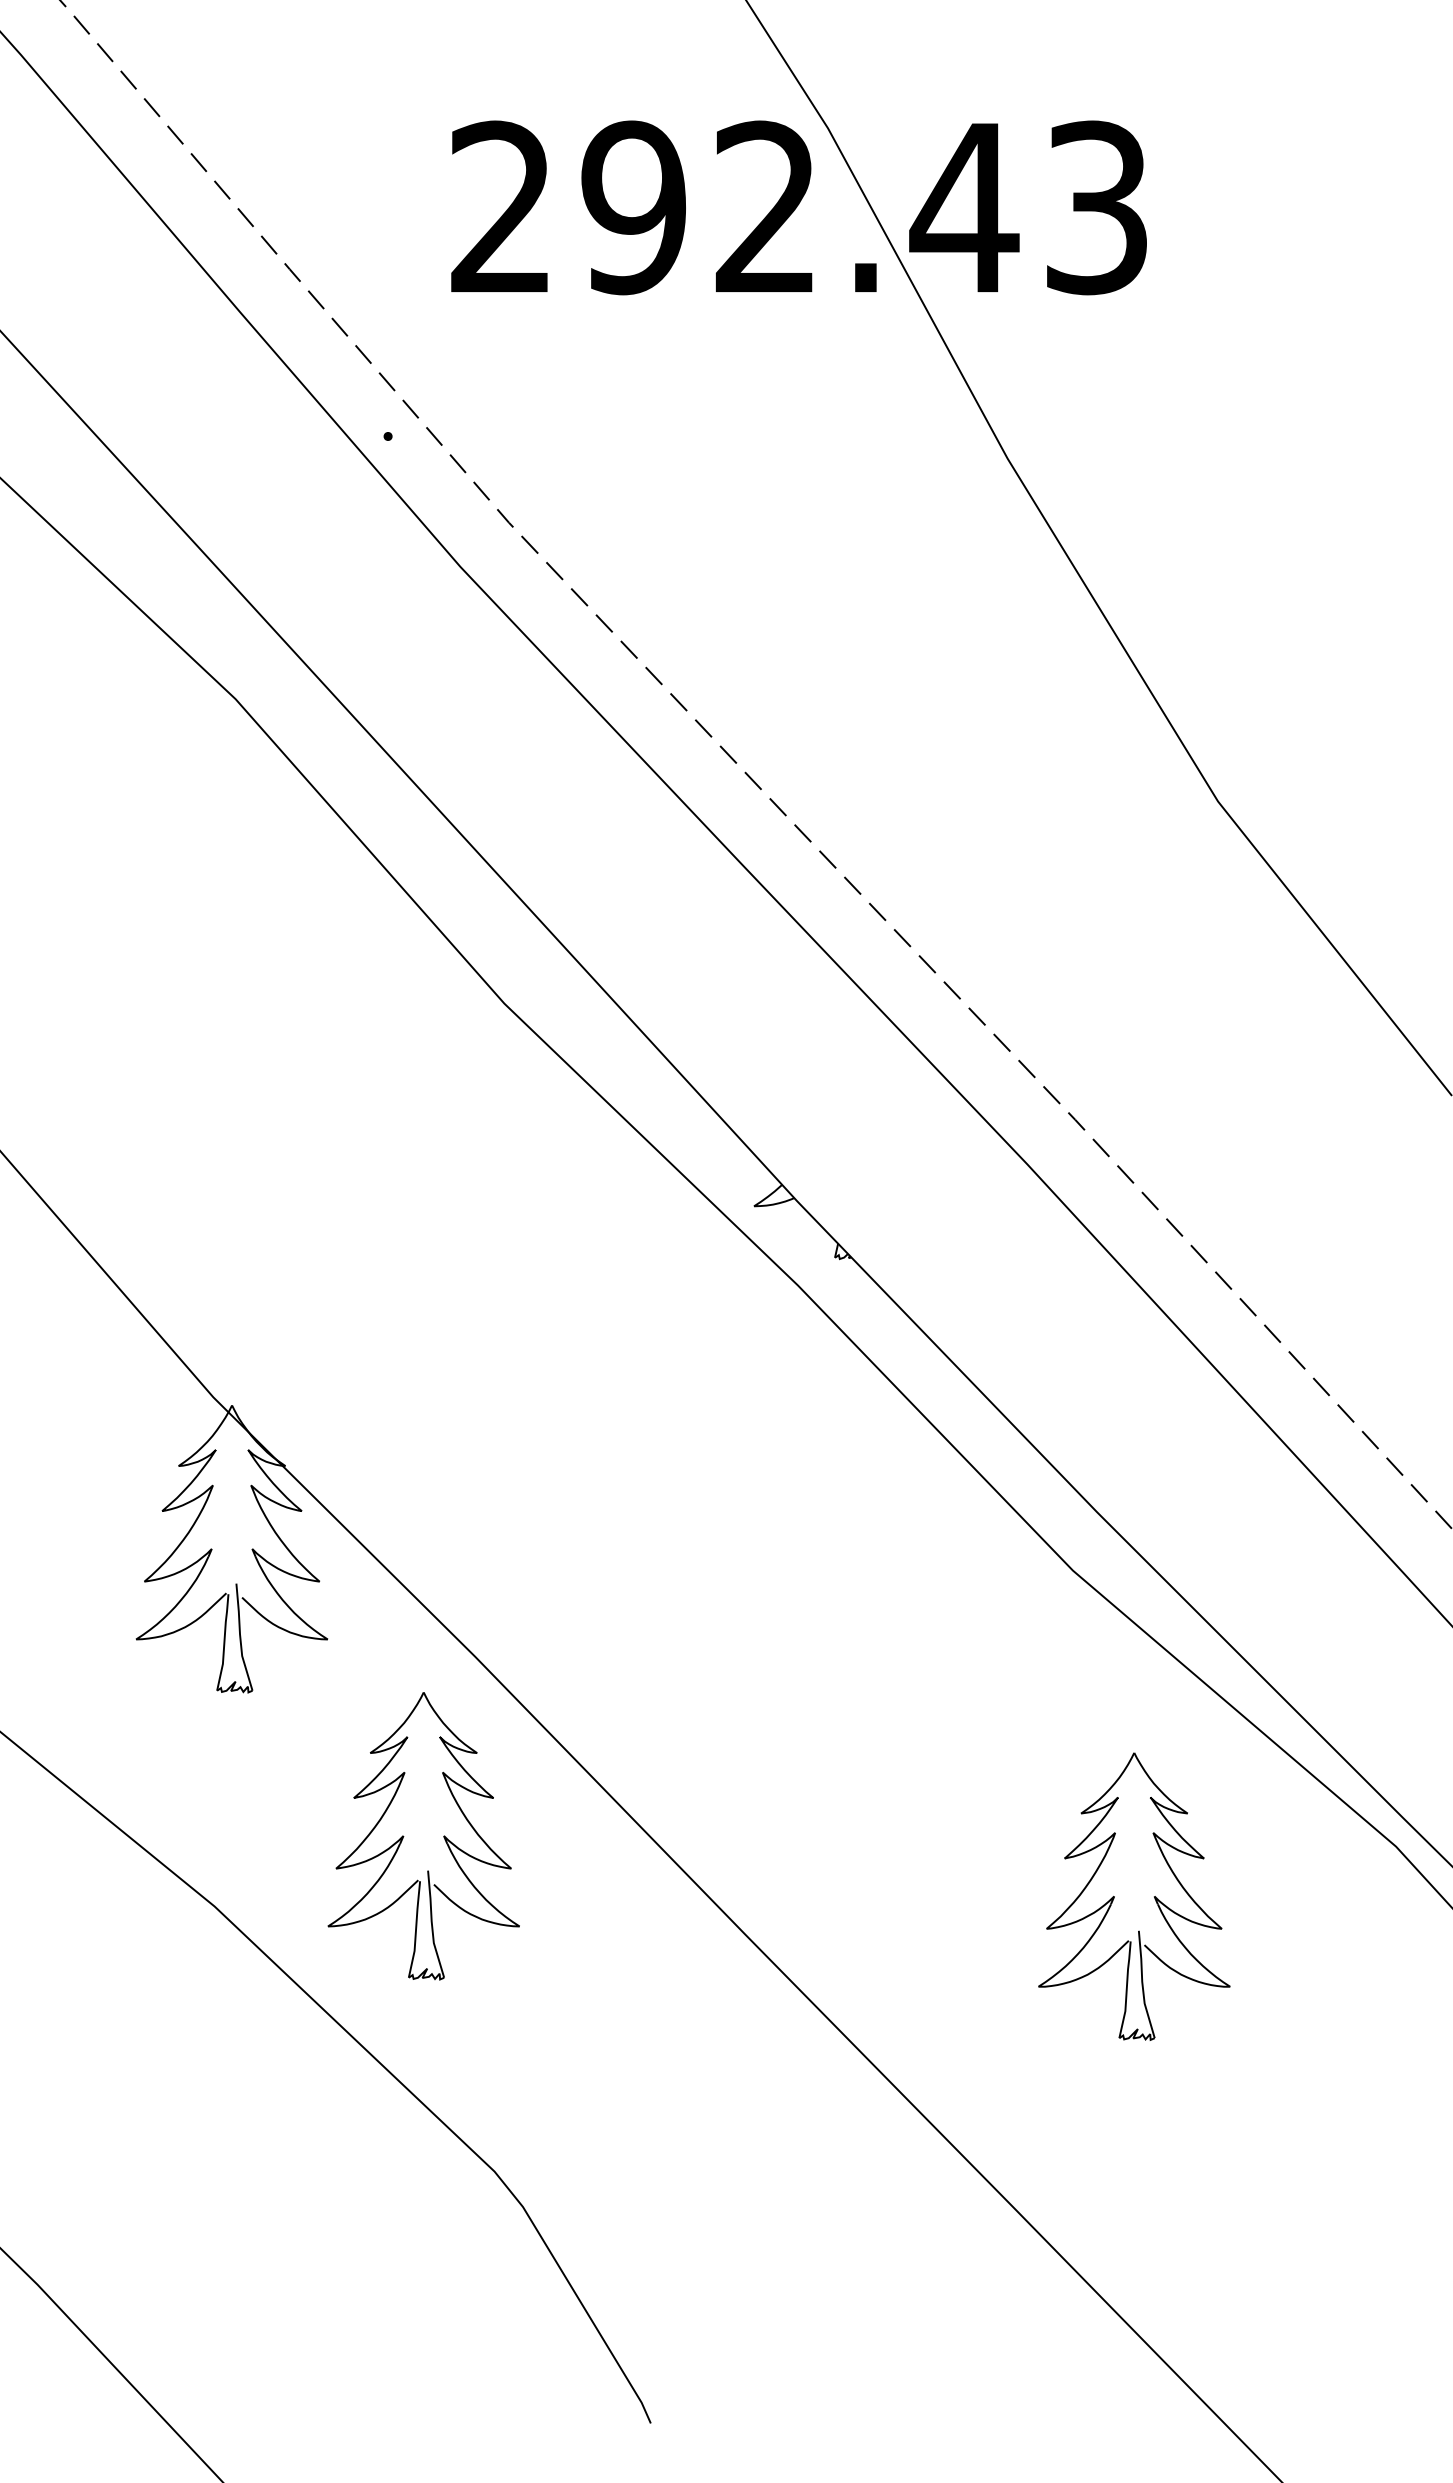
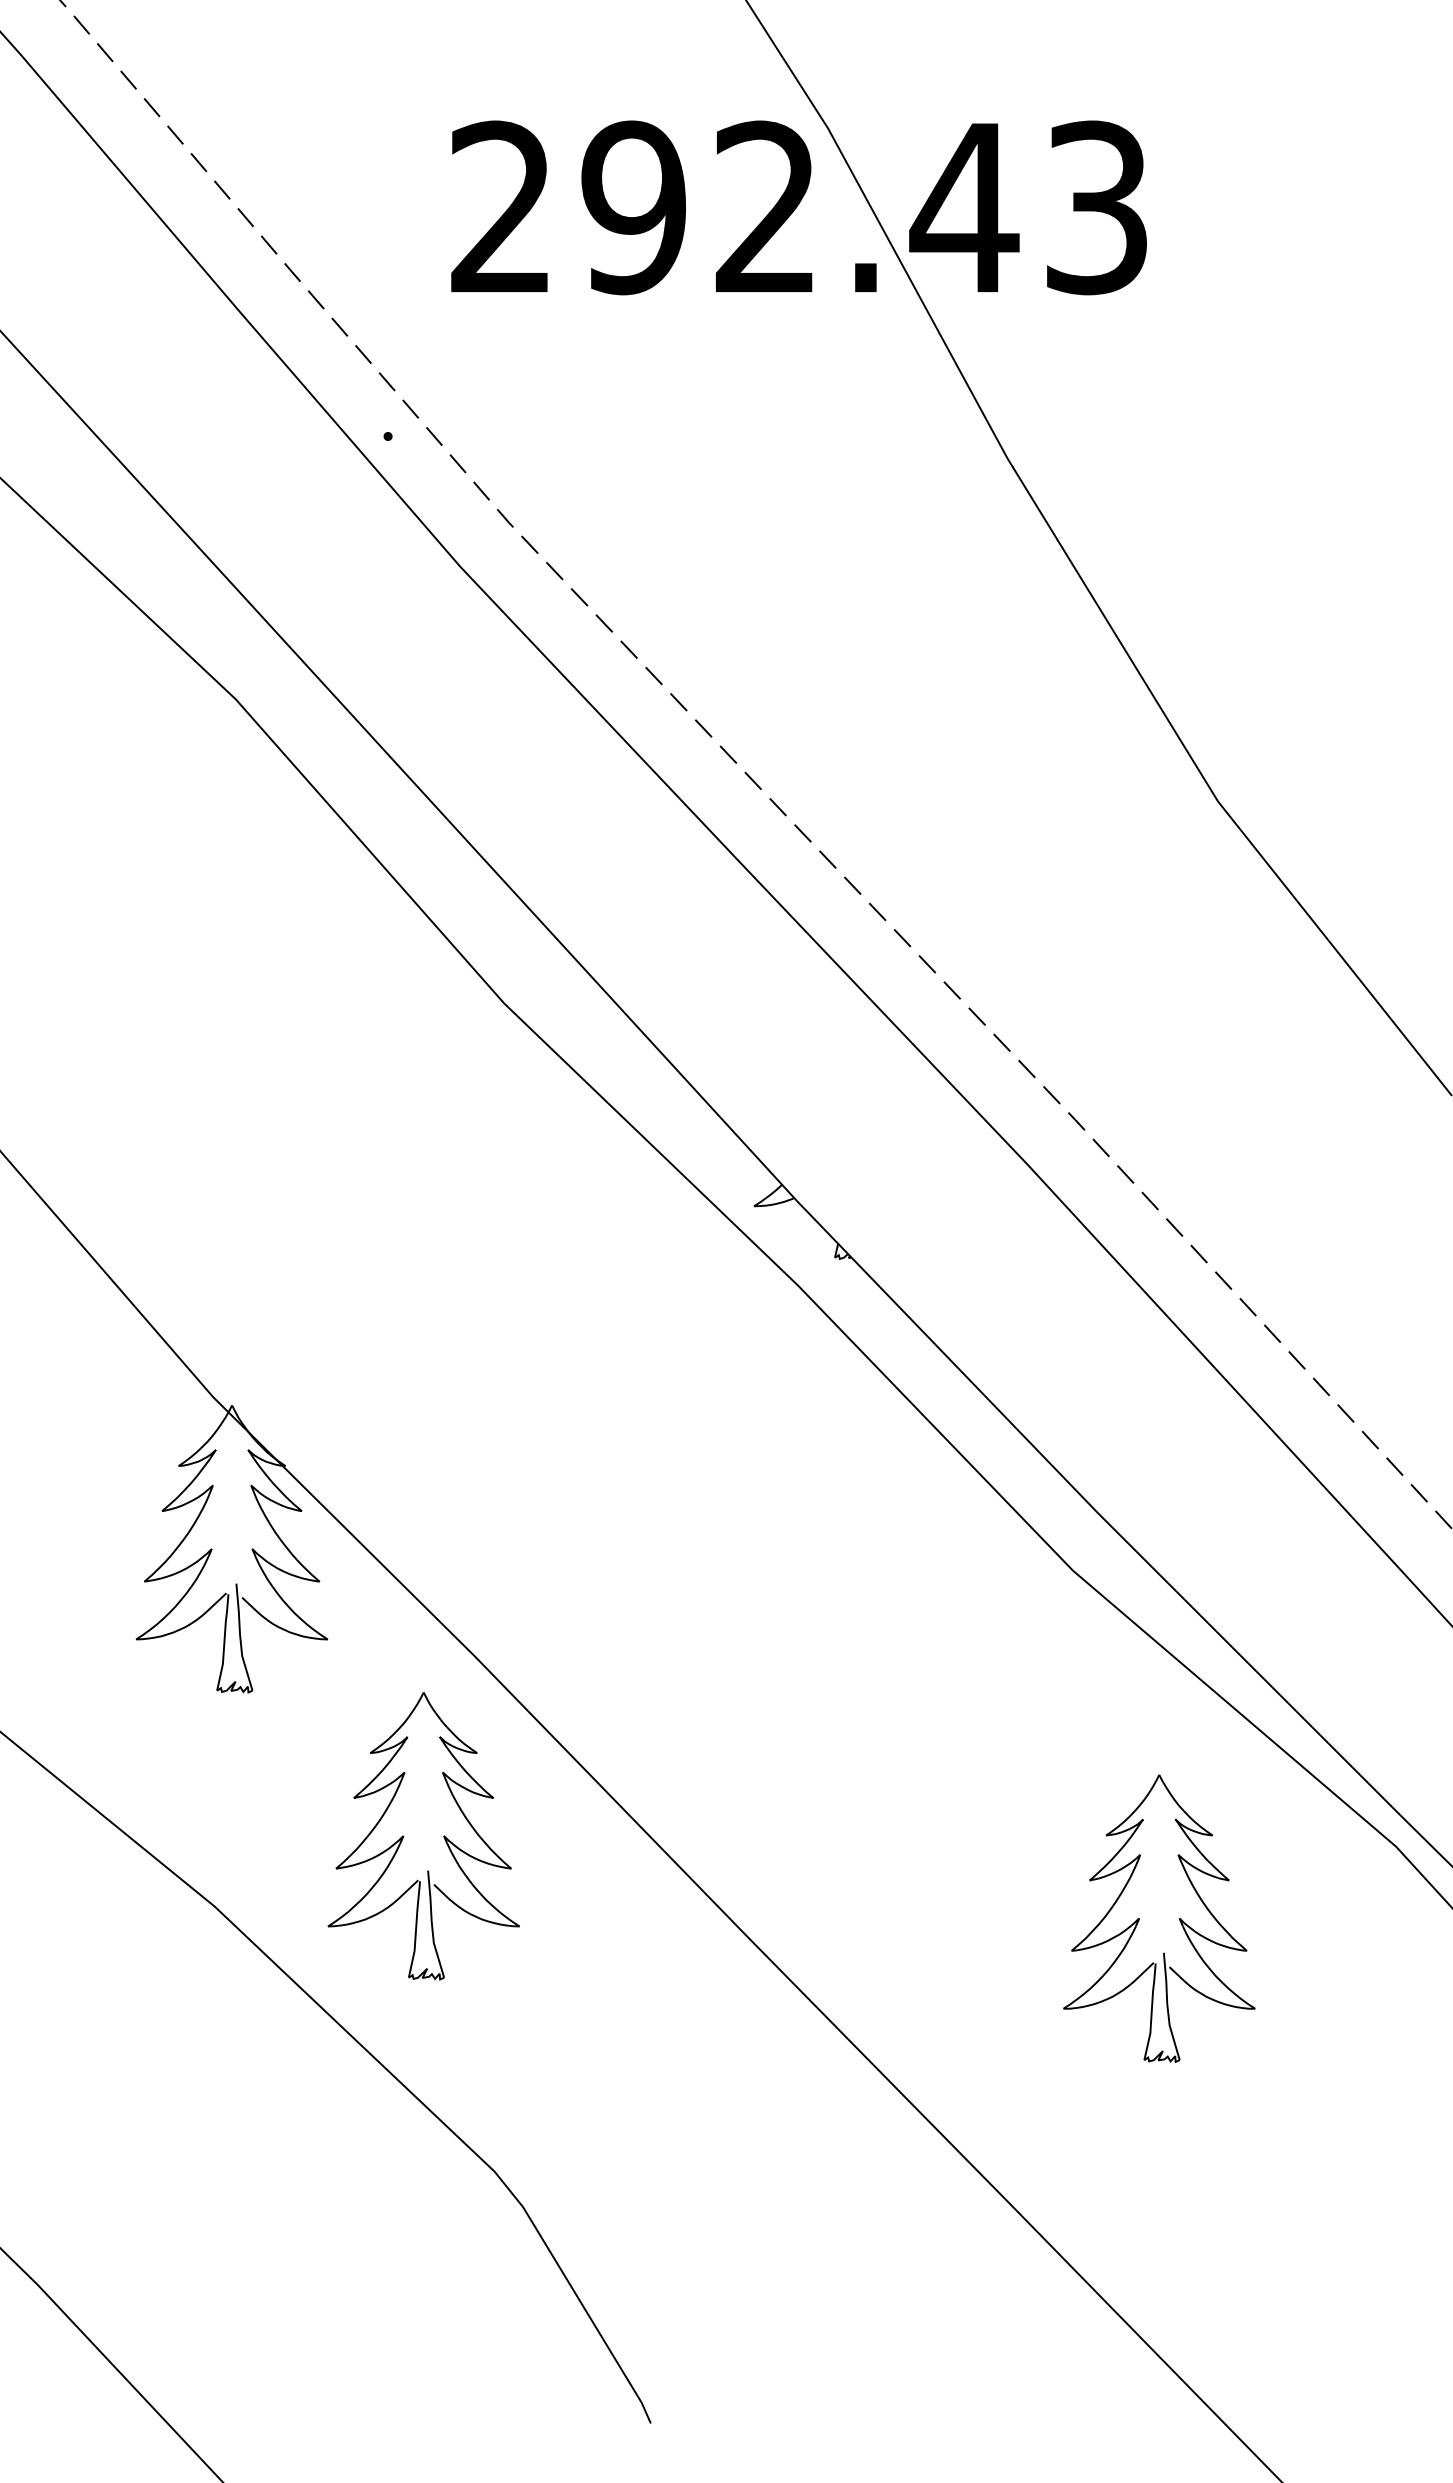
part at (1114, 1896) position: (1114, 1896) -> (1139, 1918)
